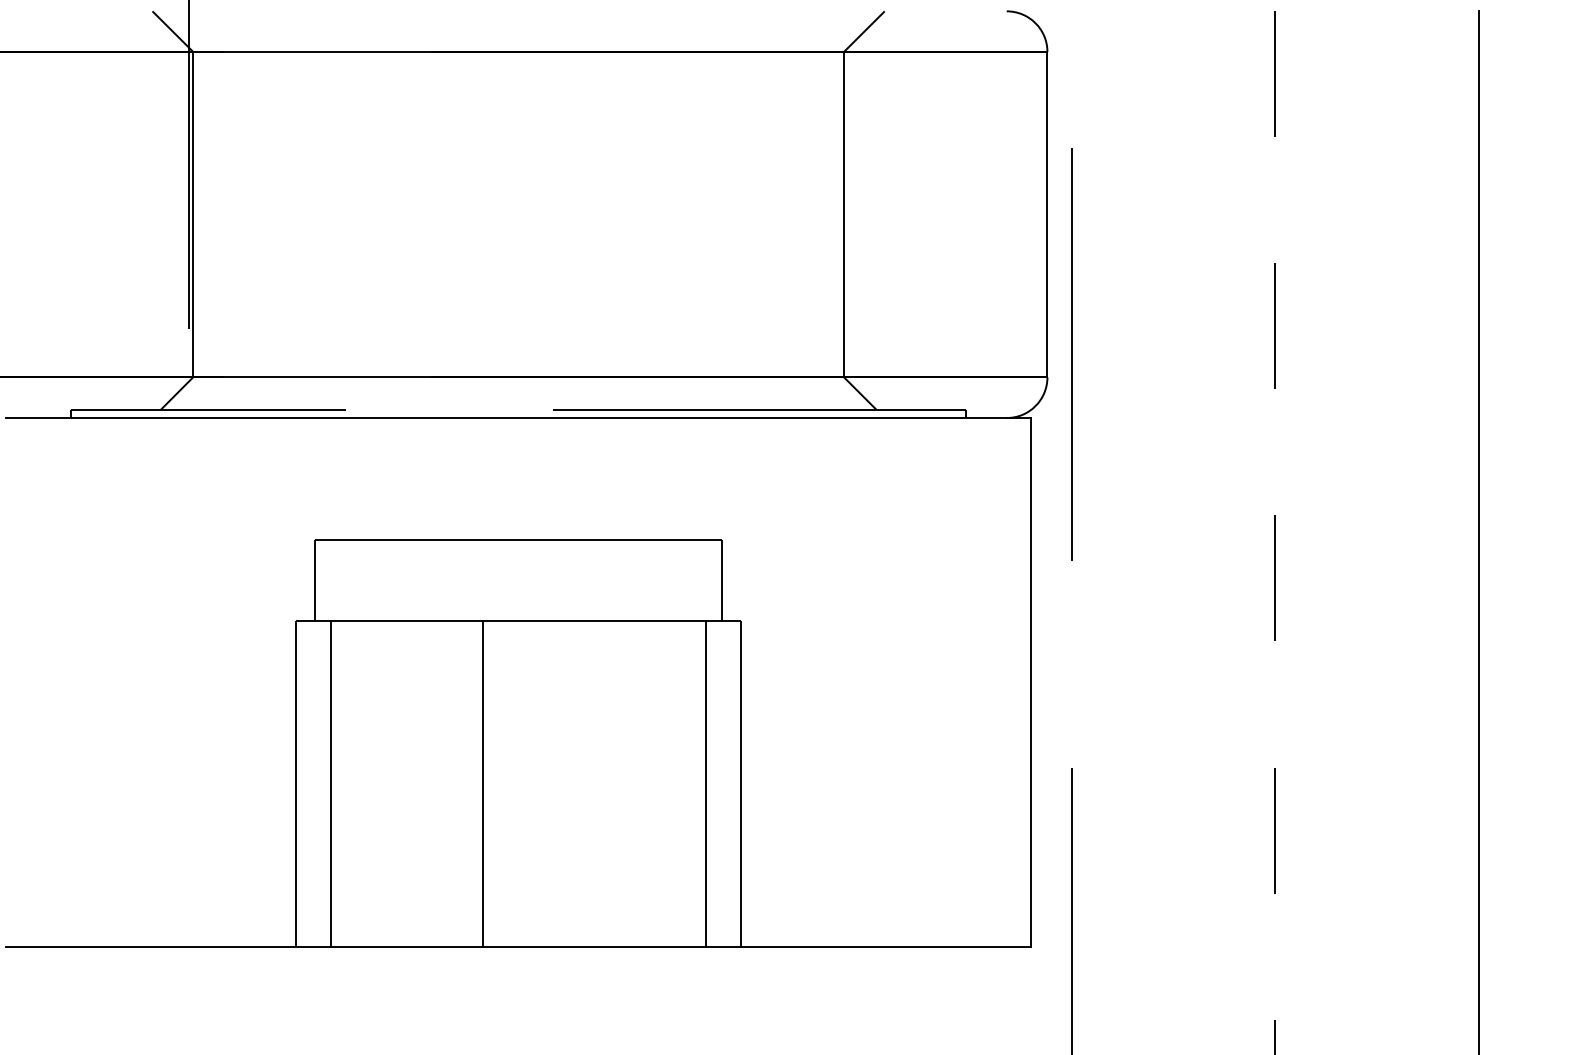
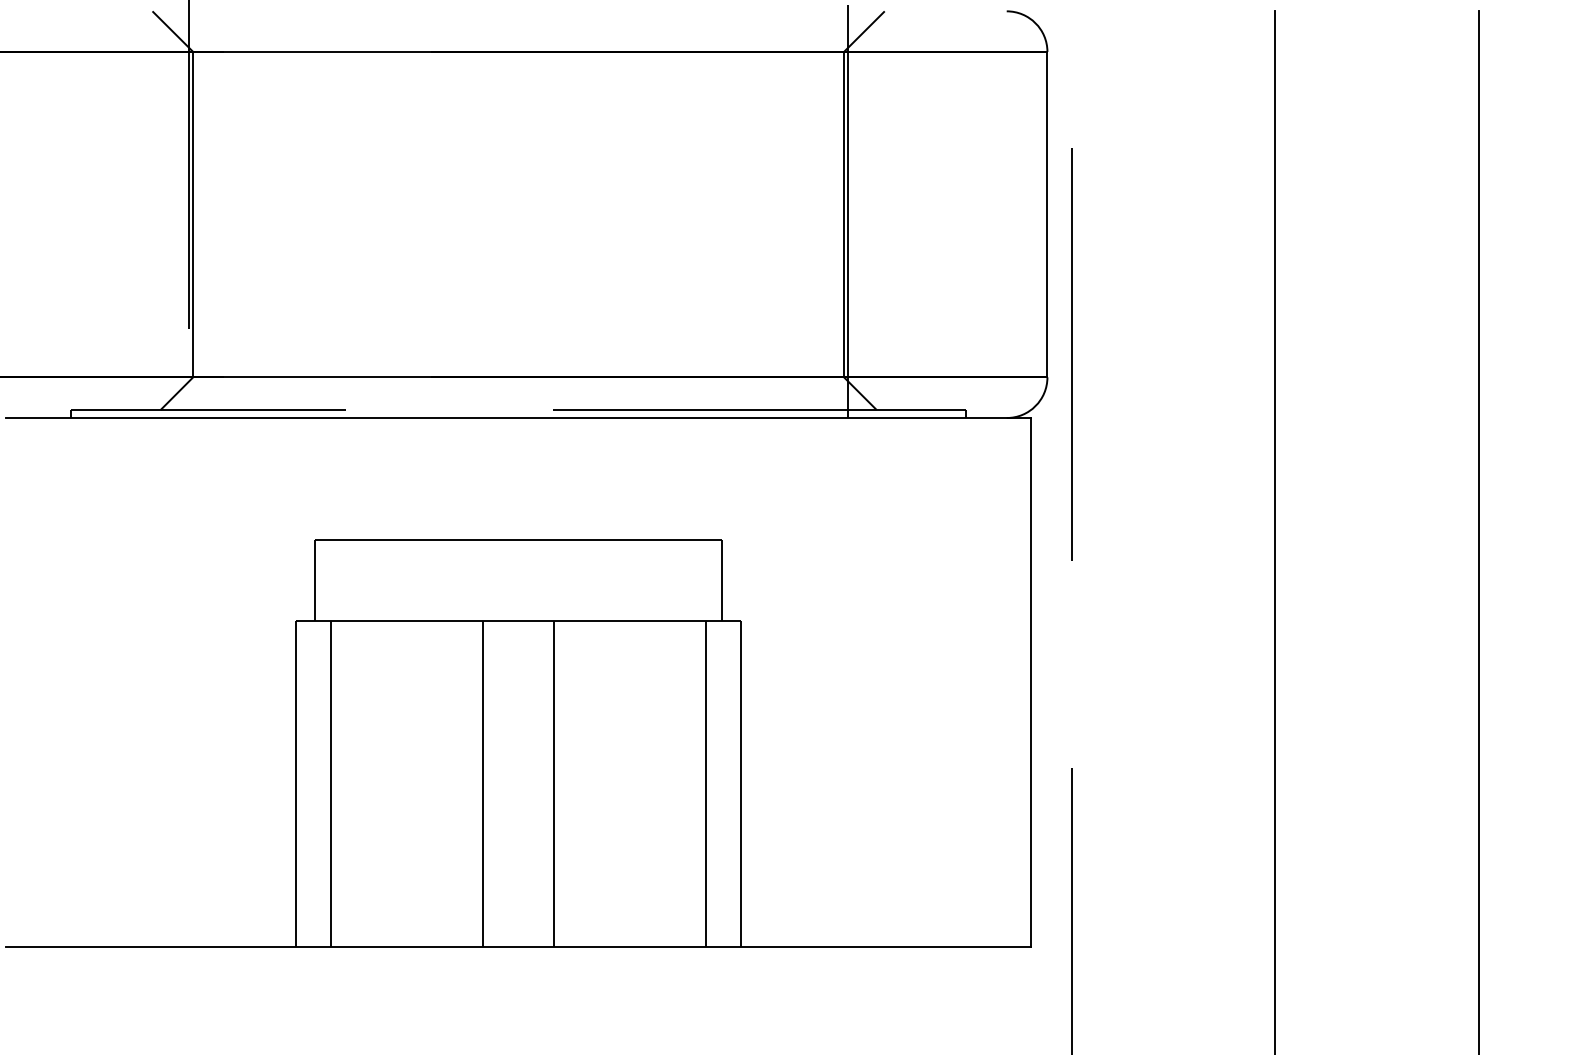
line at (848, 210): none -> present
line at (1275, 533): dashed -> solid
line at (553, 783): none -> present
